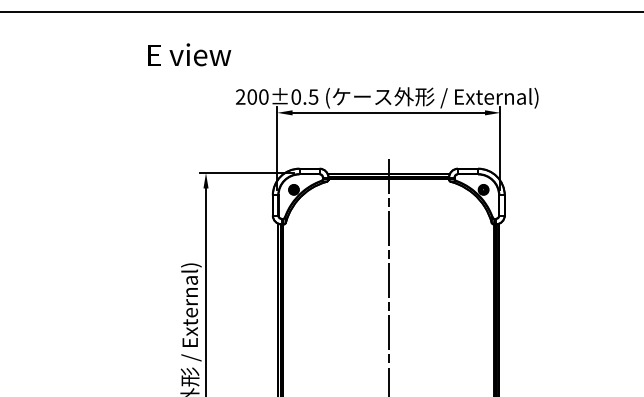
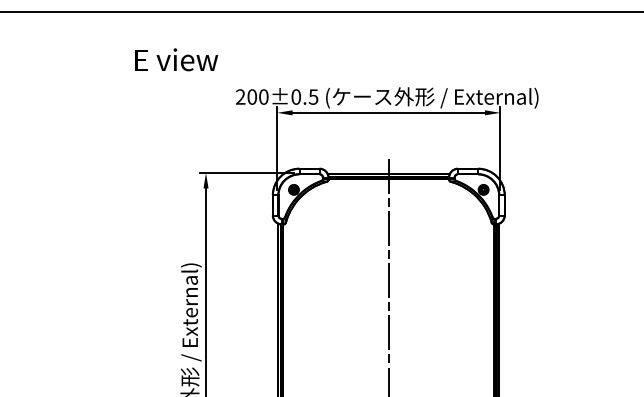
text at (189, 54) position: (189, 54) -> (176, 59)
